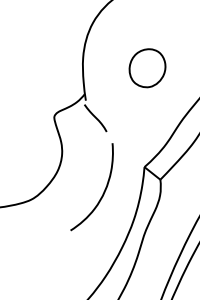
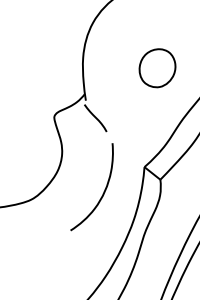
part at (147, 68) position: (147, 68) -> (157, 68)
